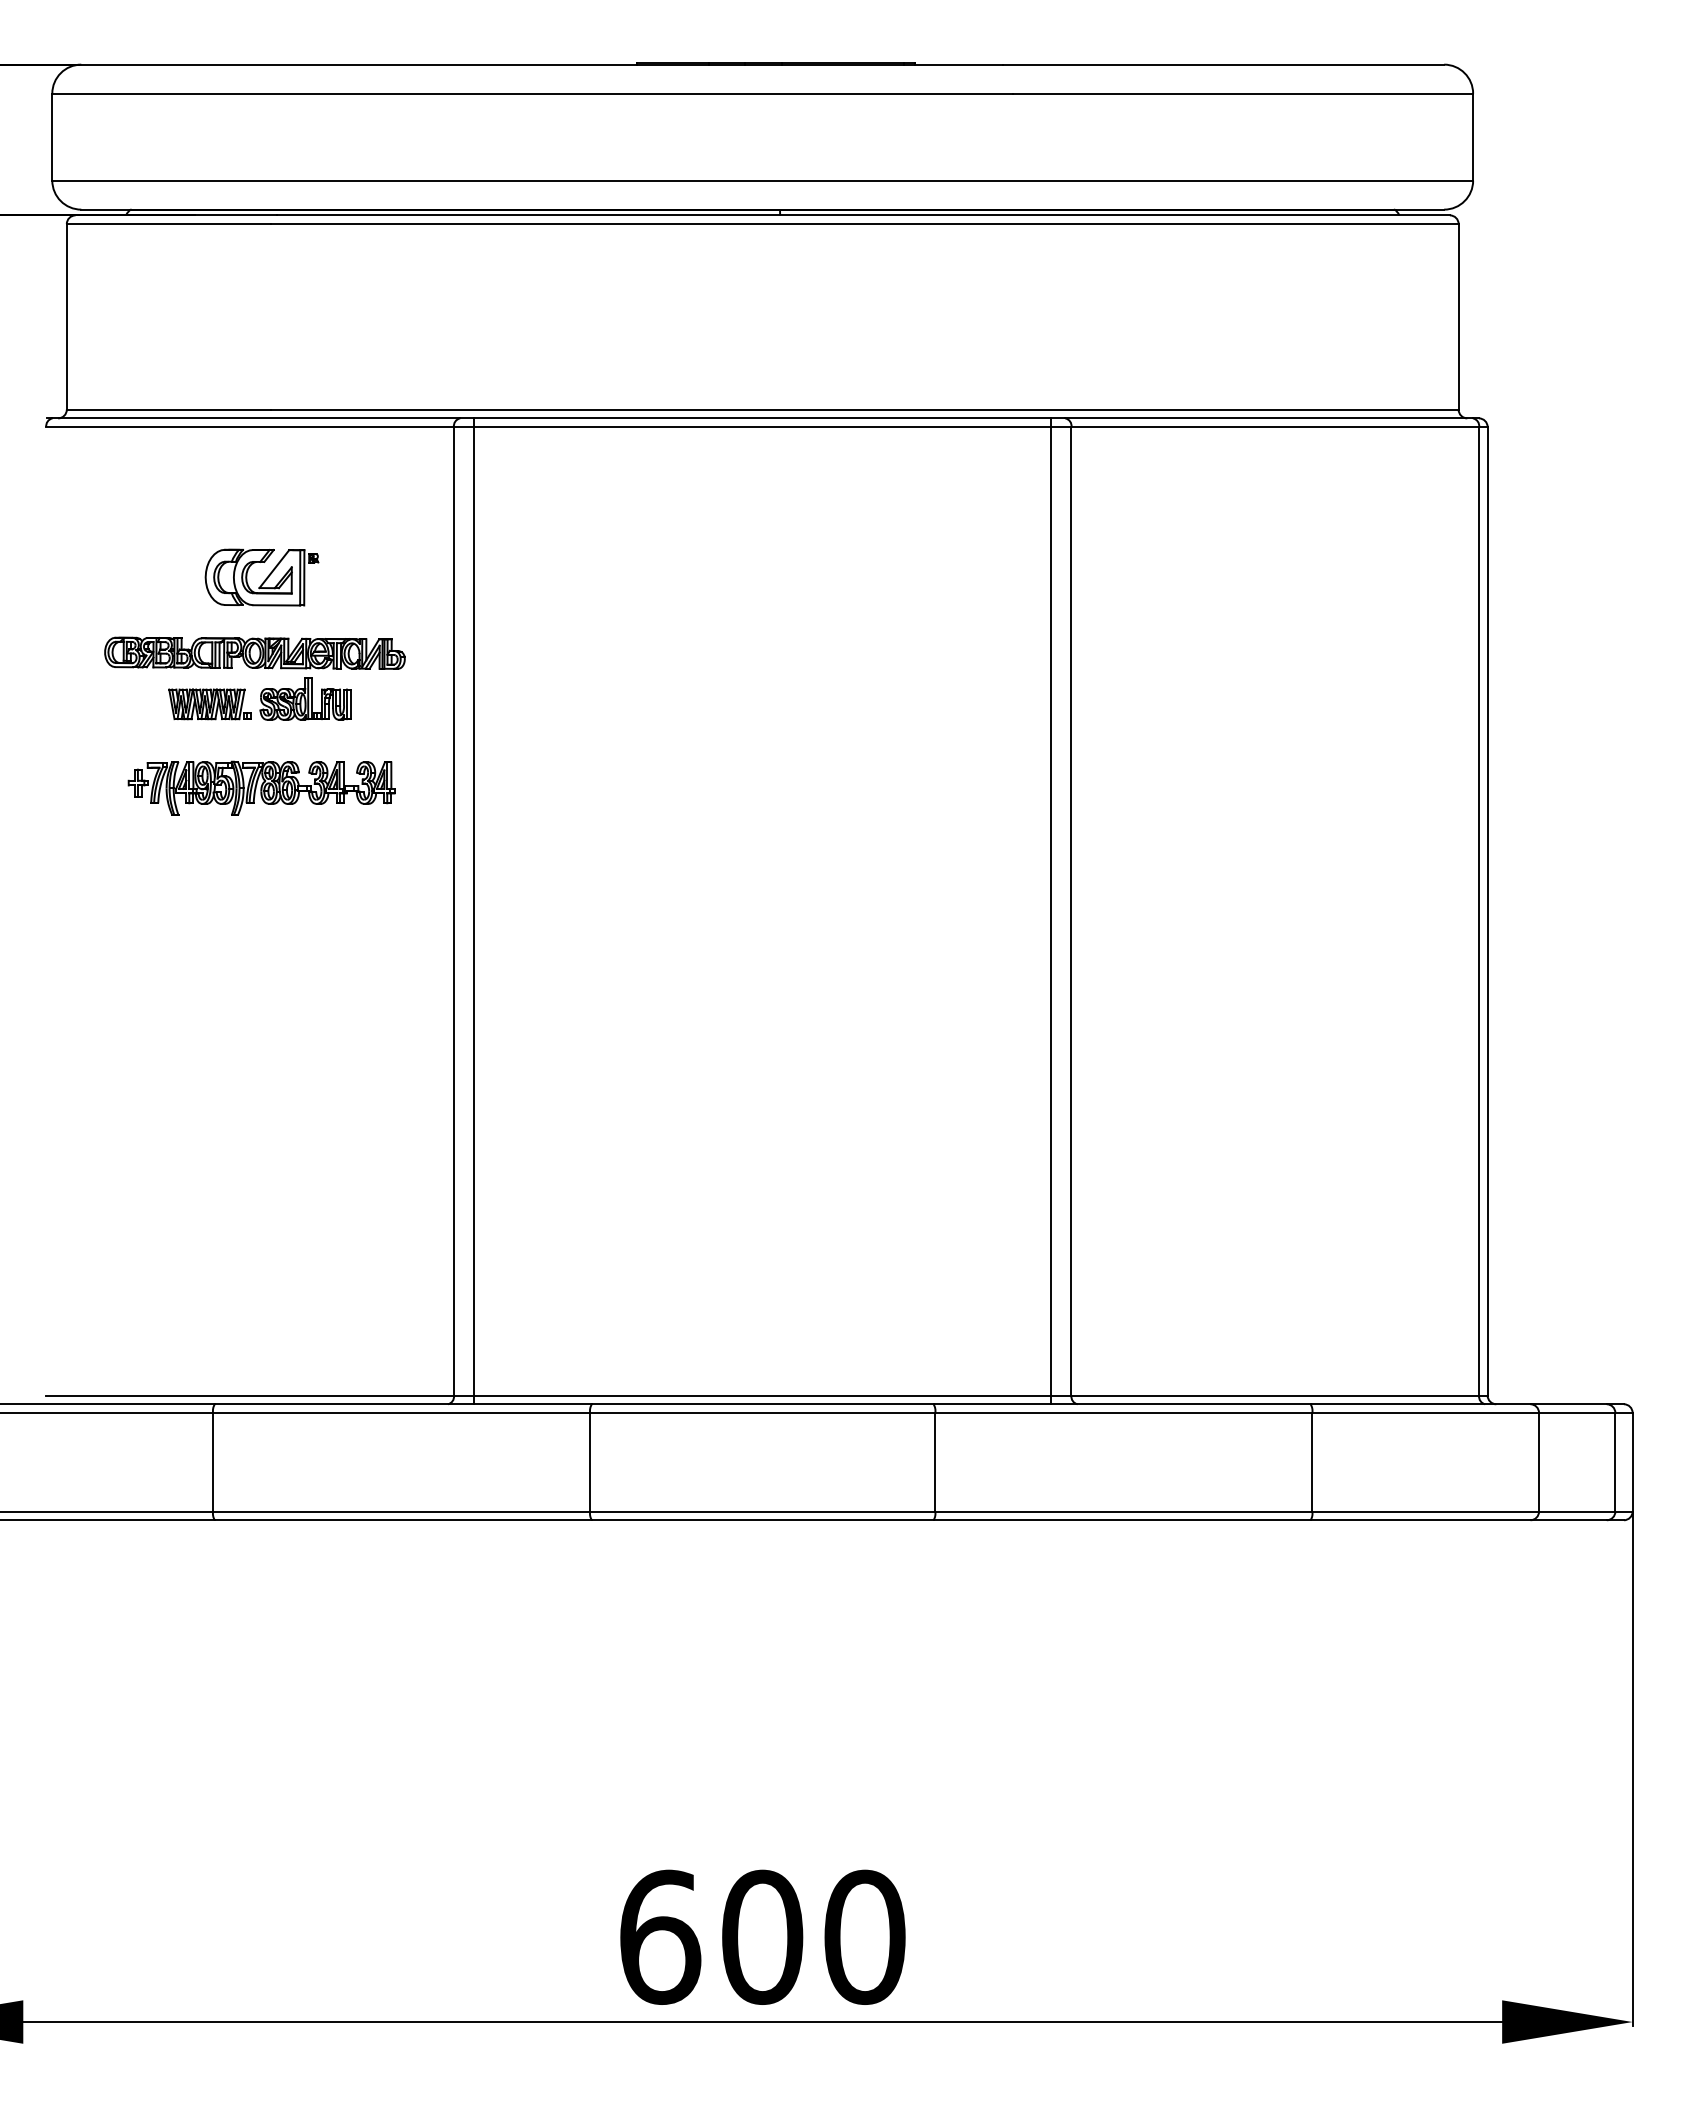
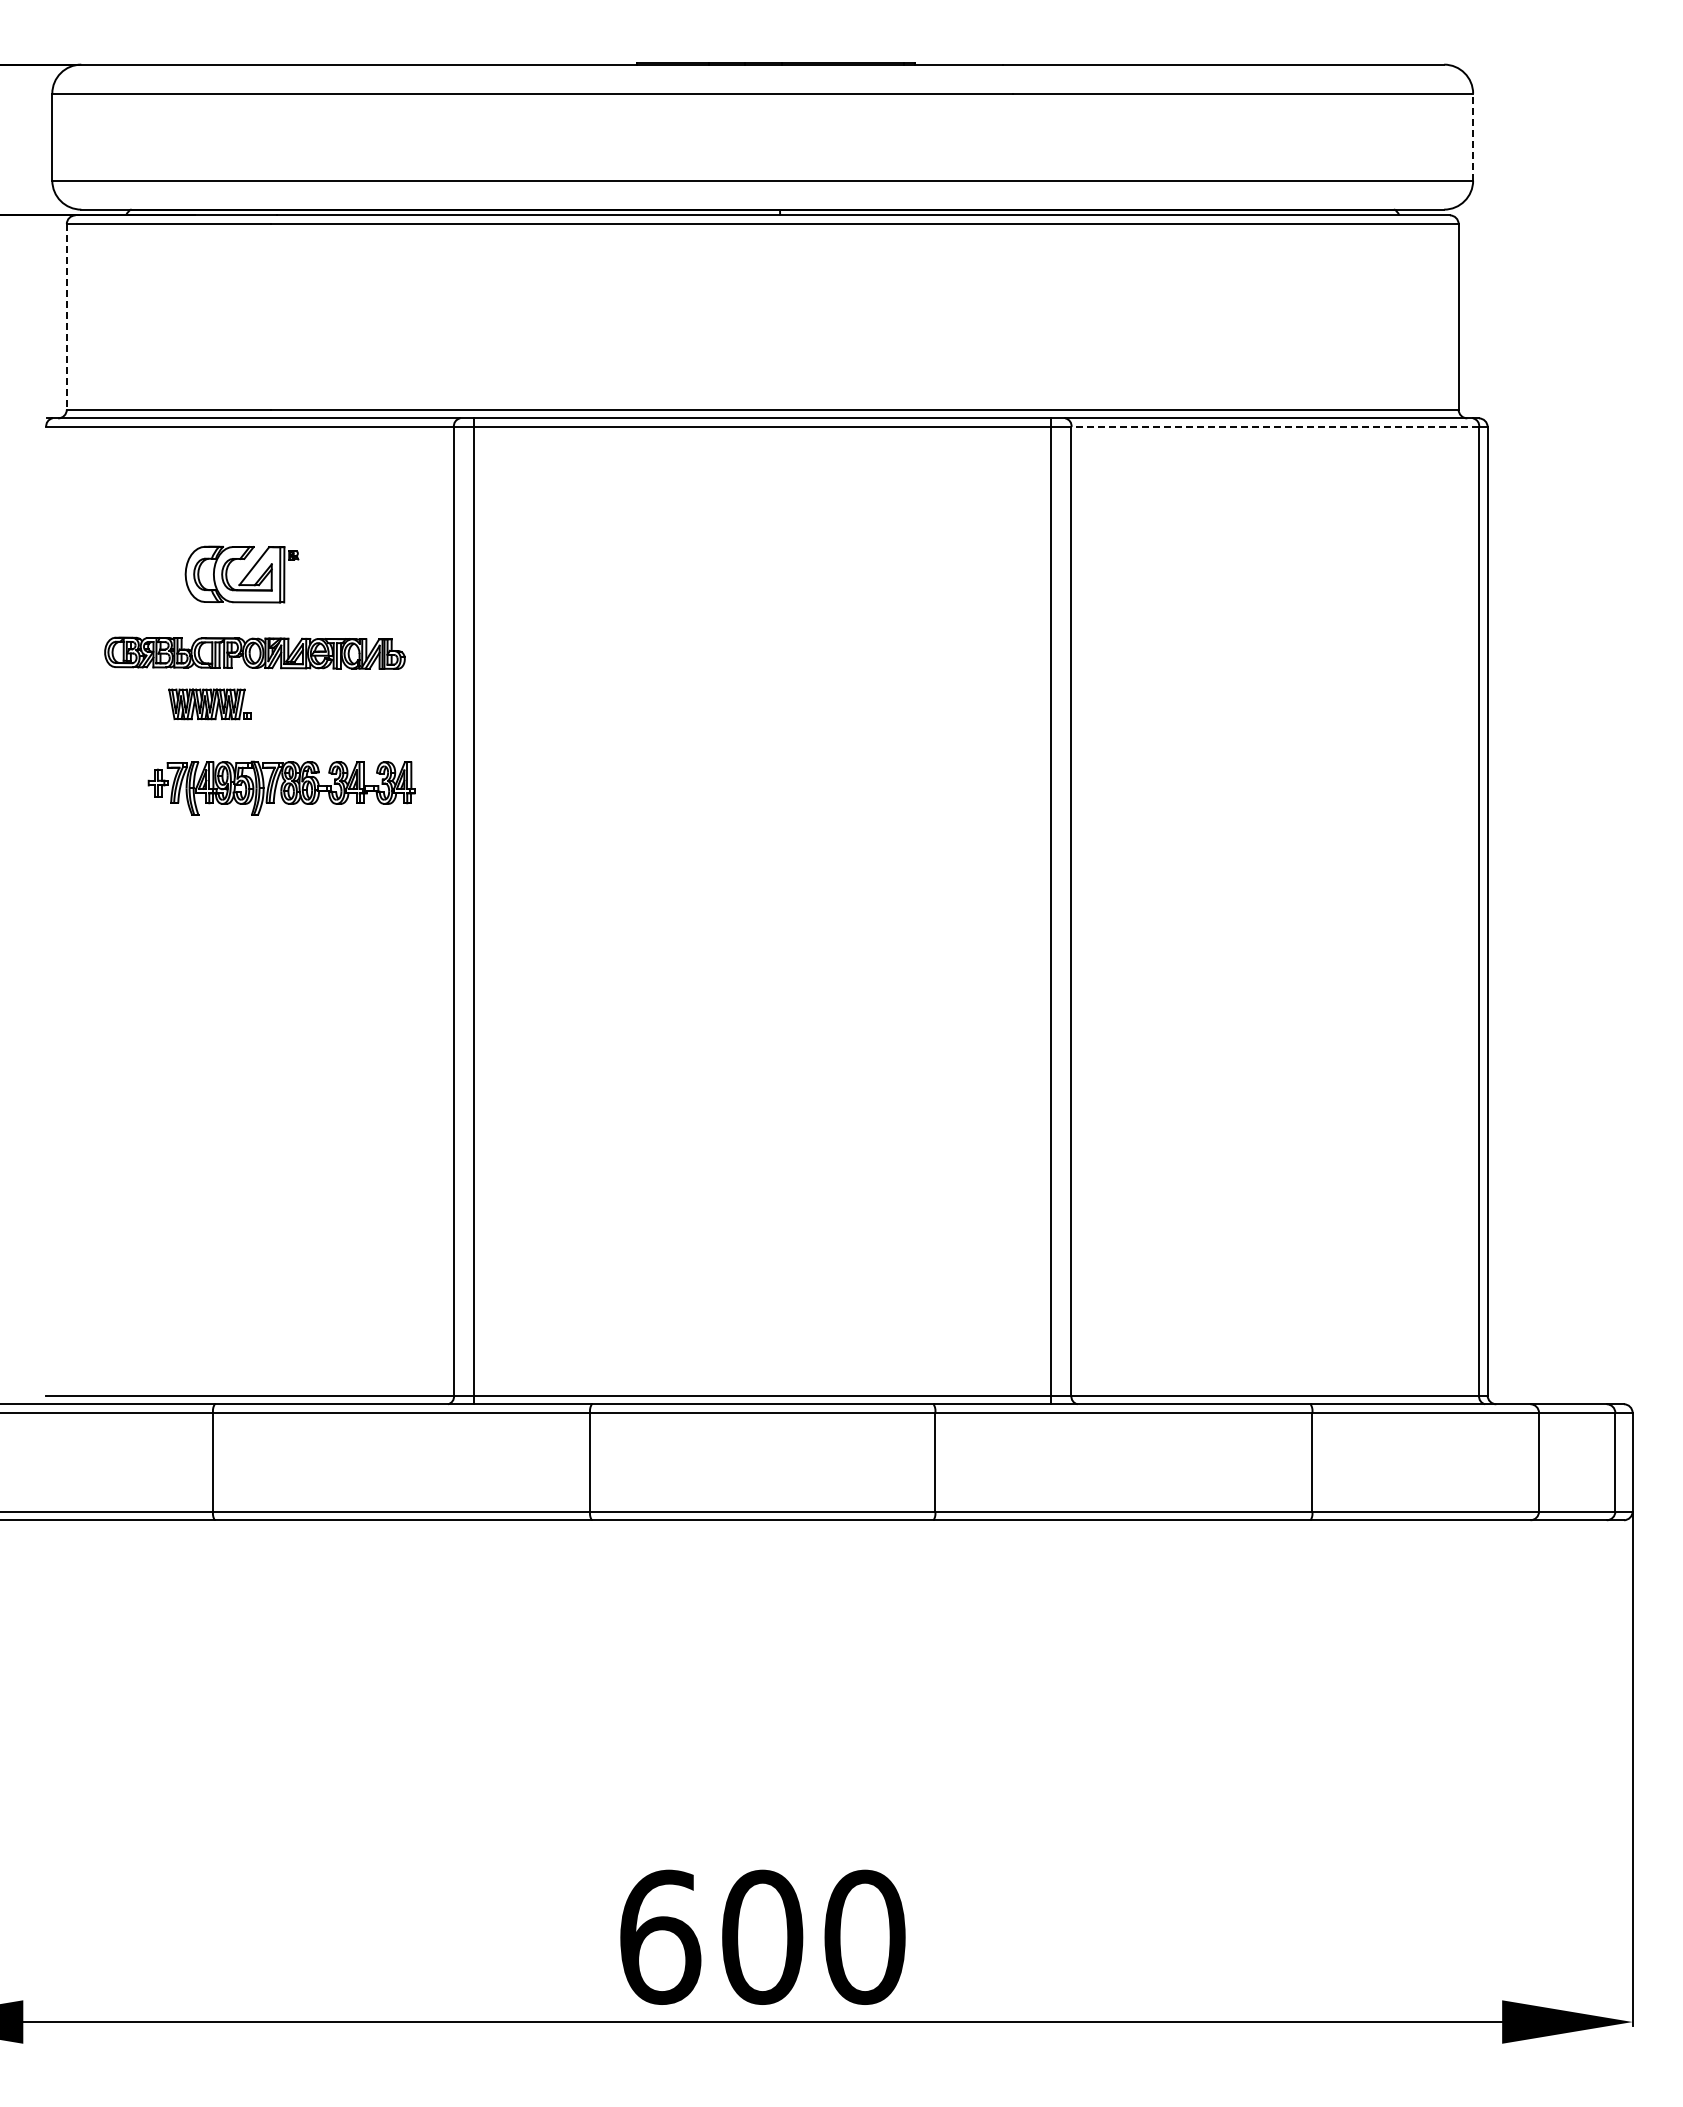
line at (1473, 136): solid -> dashed
line at (66, 316): solid -> dashed
line at (1275, 427): solid -> dashed
part at (261, 577) position: (261, 577) -> (241, 574)
part at (305, 698): present -> none
part at (261, 787) position: (261, 787) -> (281, 787)
